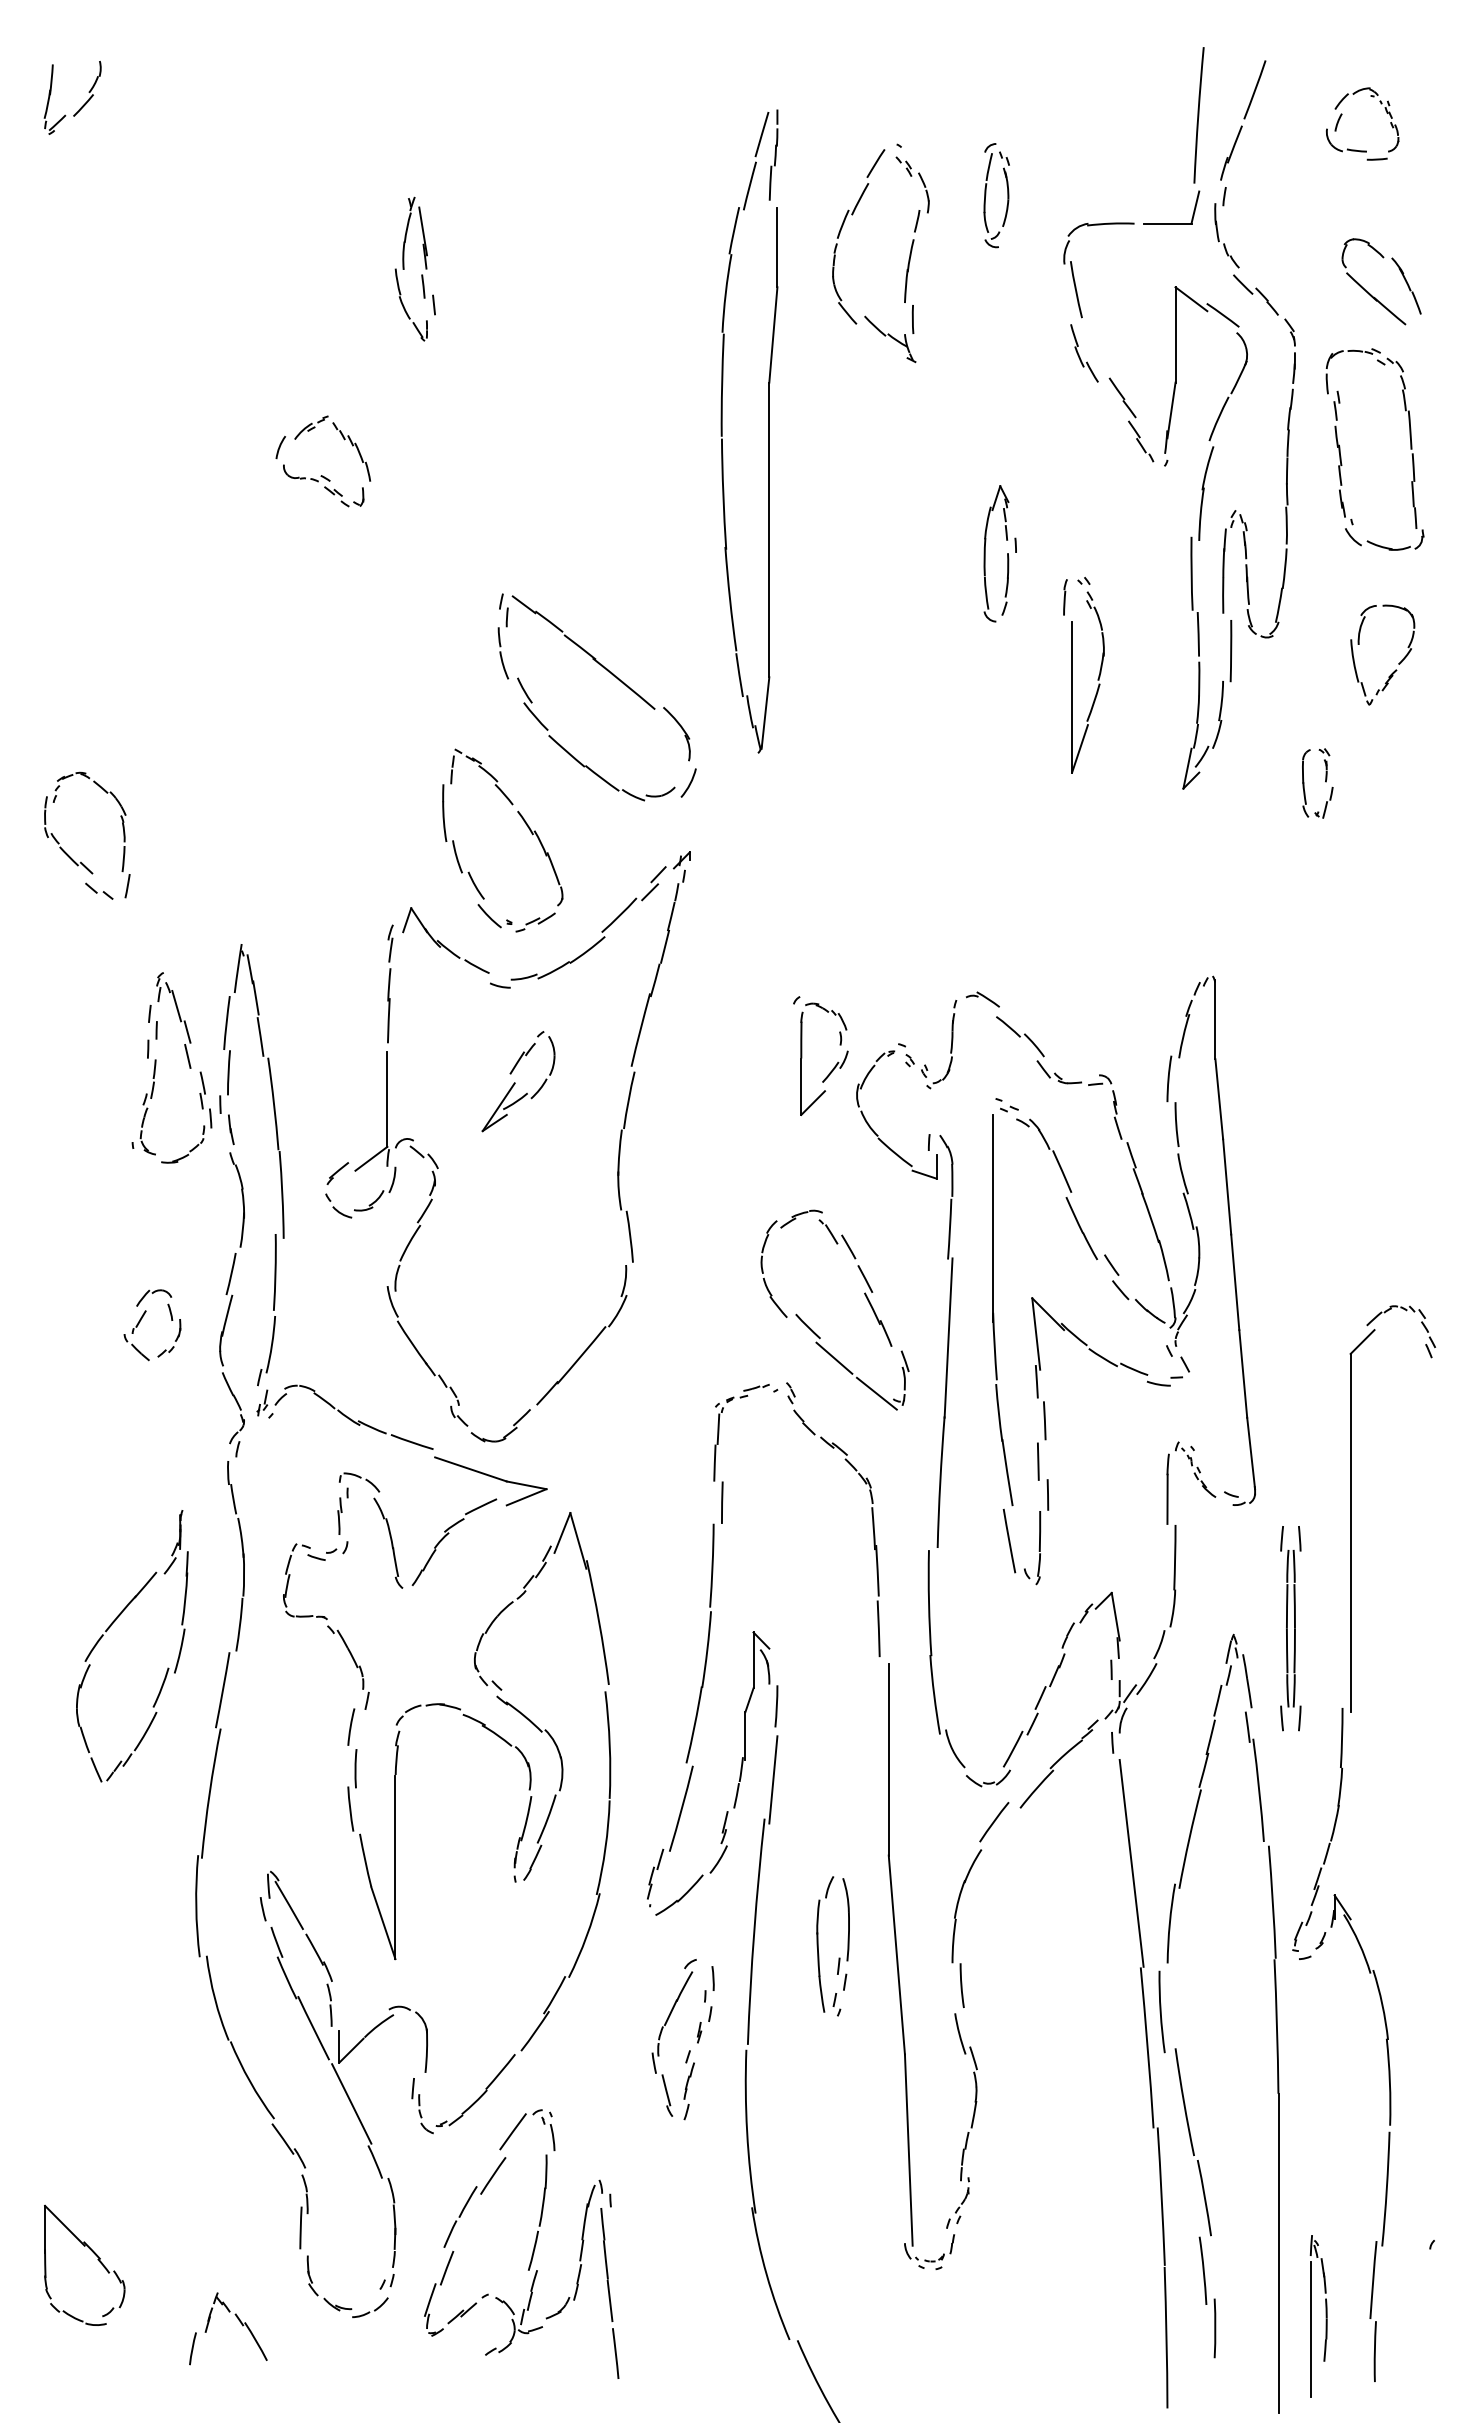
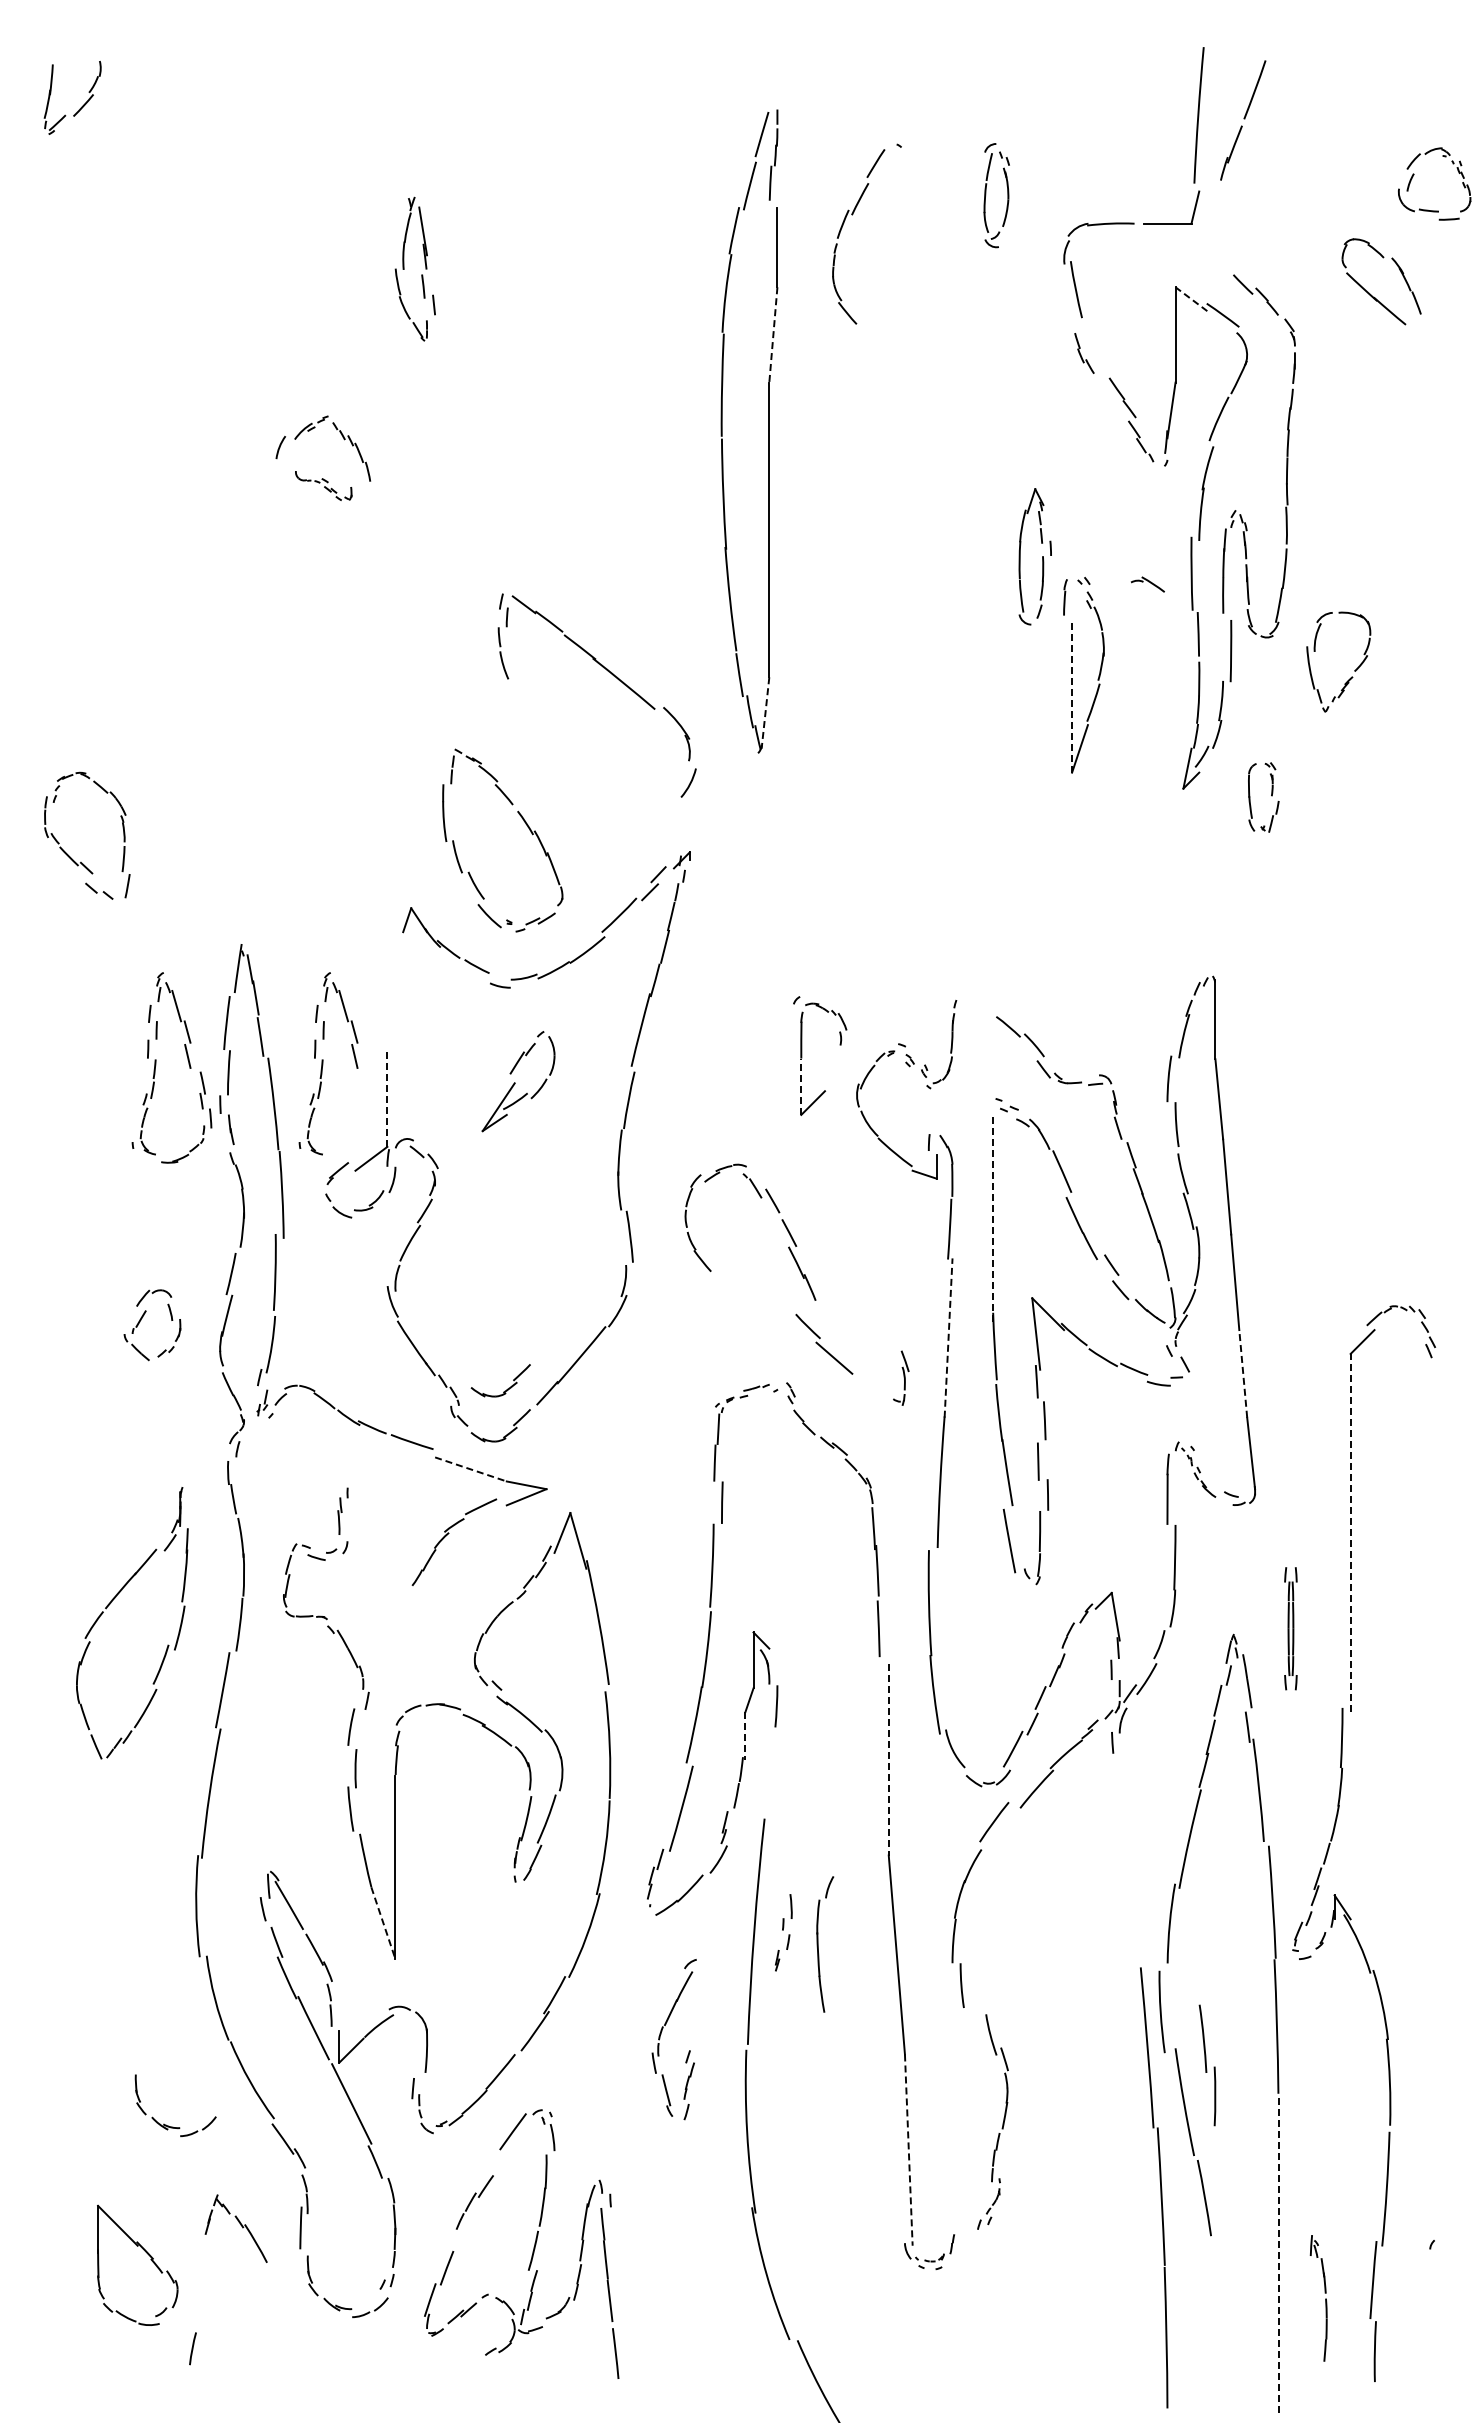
part at (1342, 114) position: (1342, 114) -> (1414, 174)
part at (1218, 231): present -> none
part at (908, 259): present -> none
line at (1191, 299): solid -> dashed
line at (773, 334): solid -> dashed
part at (1084, 353) size: 29x59 px -> 21x41 px
part at (1341, 456): present -> none
part at (323, 485) size: 82x44 px -> 58x30 px
part at (1007, 553) position: (1007, 553) -> (1042, 556)
part at (1398, 663) position: (1398, 663) -> (1354, 670)
line at (1072, 697): solid -> dashed
line at (765, 713): solid -> dashed
part at (581, 762): present -> none
part at (1325, 782) position: (1325, 782) -> (1271, 796)
part at (390, 983): present -> none
part at (982, 999) position: (982, 999) -> (1147, 584)
part at (328, 1063): none -> present
part at (835, 1066): present -> none
line at (801, 1087): solid -> dashed
line at (387, 1099): solid -> dashed
line at (992, 1218): solid -> dashed
part at (857, 1266) position: (857, 1266) -> (781, 1220)
line at (948, 1338): solid -> dashed
line at (1243, 1373): solid -> dashed
part at (507, 1388): none -> present
line at (876, 1393): present -> none
line at (470, 1469): solid -> dashed
part at (383, 1519): present -> none
line at (1350, 1532): solid -> dashed
part at (111, 1626) position: (111, 1626) -> (111, 1603)
part at (1290, 1628) size: 22x206 px -> 14x124 px
line at (745, 1736): solid -> dashed
line at (888, 1759): solid -> dashed
line at (773, 1779): present -> none
line at (1131, 1862): present -> none
line at (383, 1923): solid -> dashed
part at (847, 1947): present -> none
part at (705, 2004) position: (705, 2004) -> (783, 1932)
part at (971, 2121) position: (971, 2121) -> (1002, 2122)
part at (166, 2124): none -> present
line at (908, 2150): solid -> dashed
part at (474, 2202) size: 64x91 px -> 39x55 px
line at (1278, 2253): solid -> dashed
part at (97, 2259) position: (97, 2259) -> (150, 2259)
part at (1207, 2297) position: (1207, 2297) -> (1207, 2065)
part at (235, 2326) position: (235, 2326) -> (235, 2228)
line at (1310, 2328): present -> none
